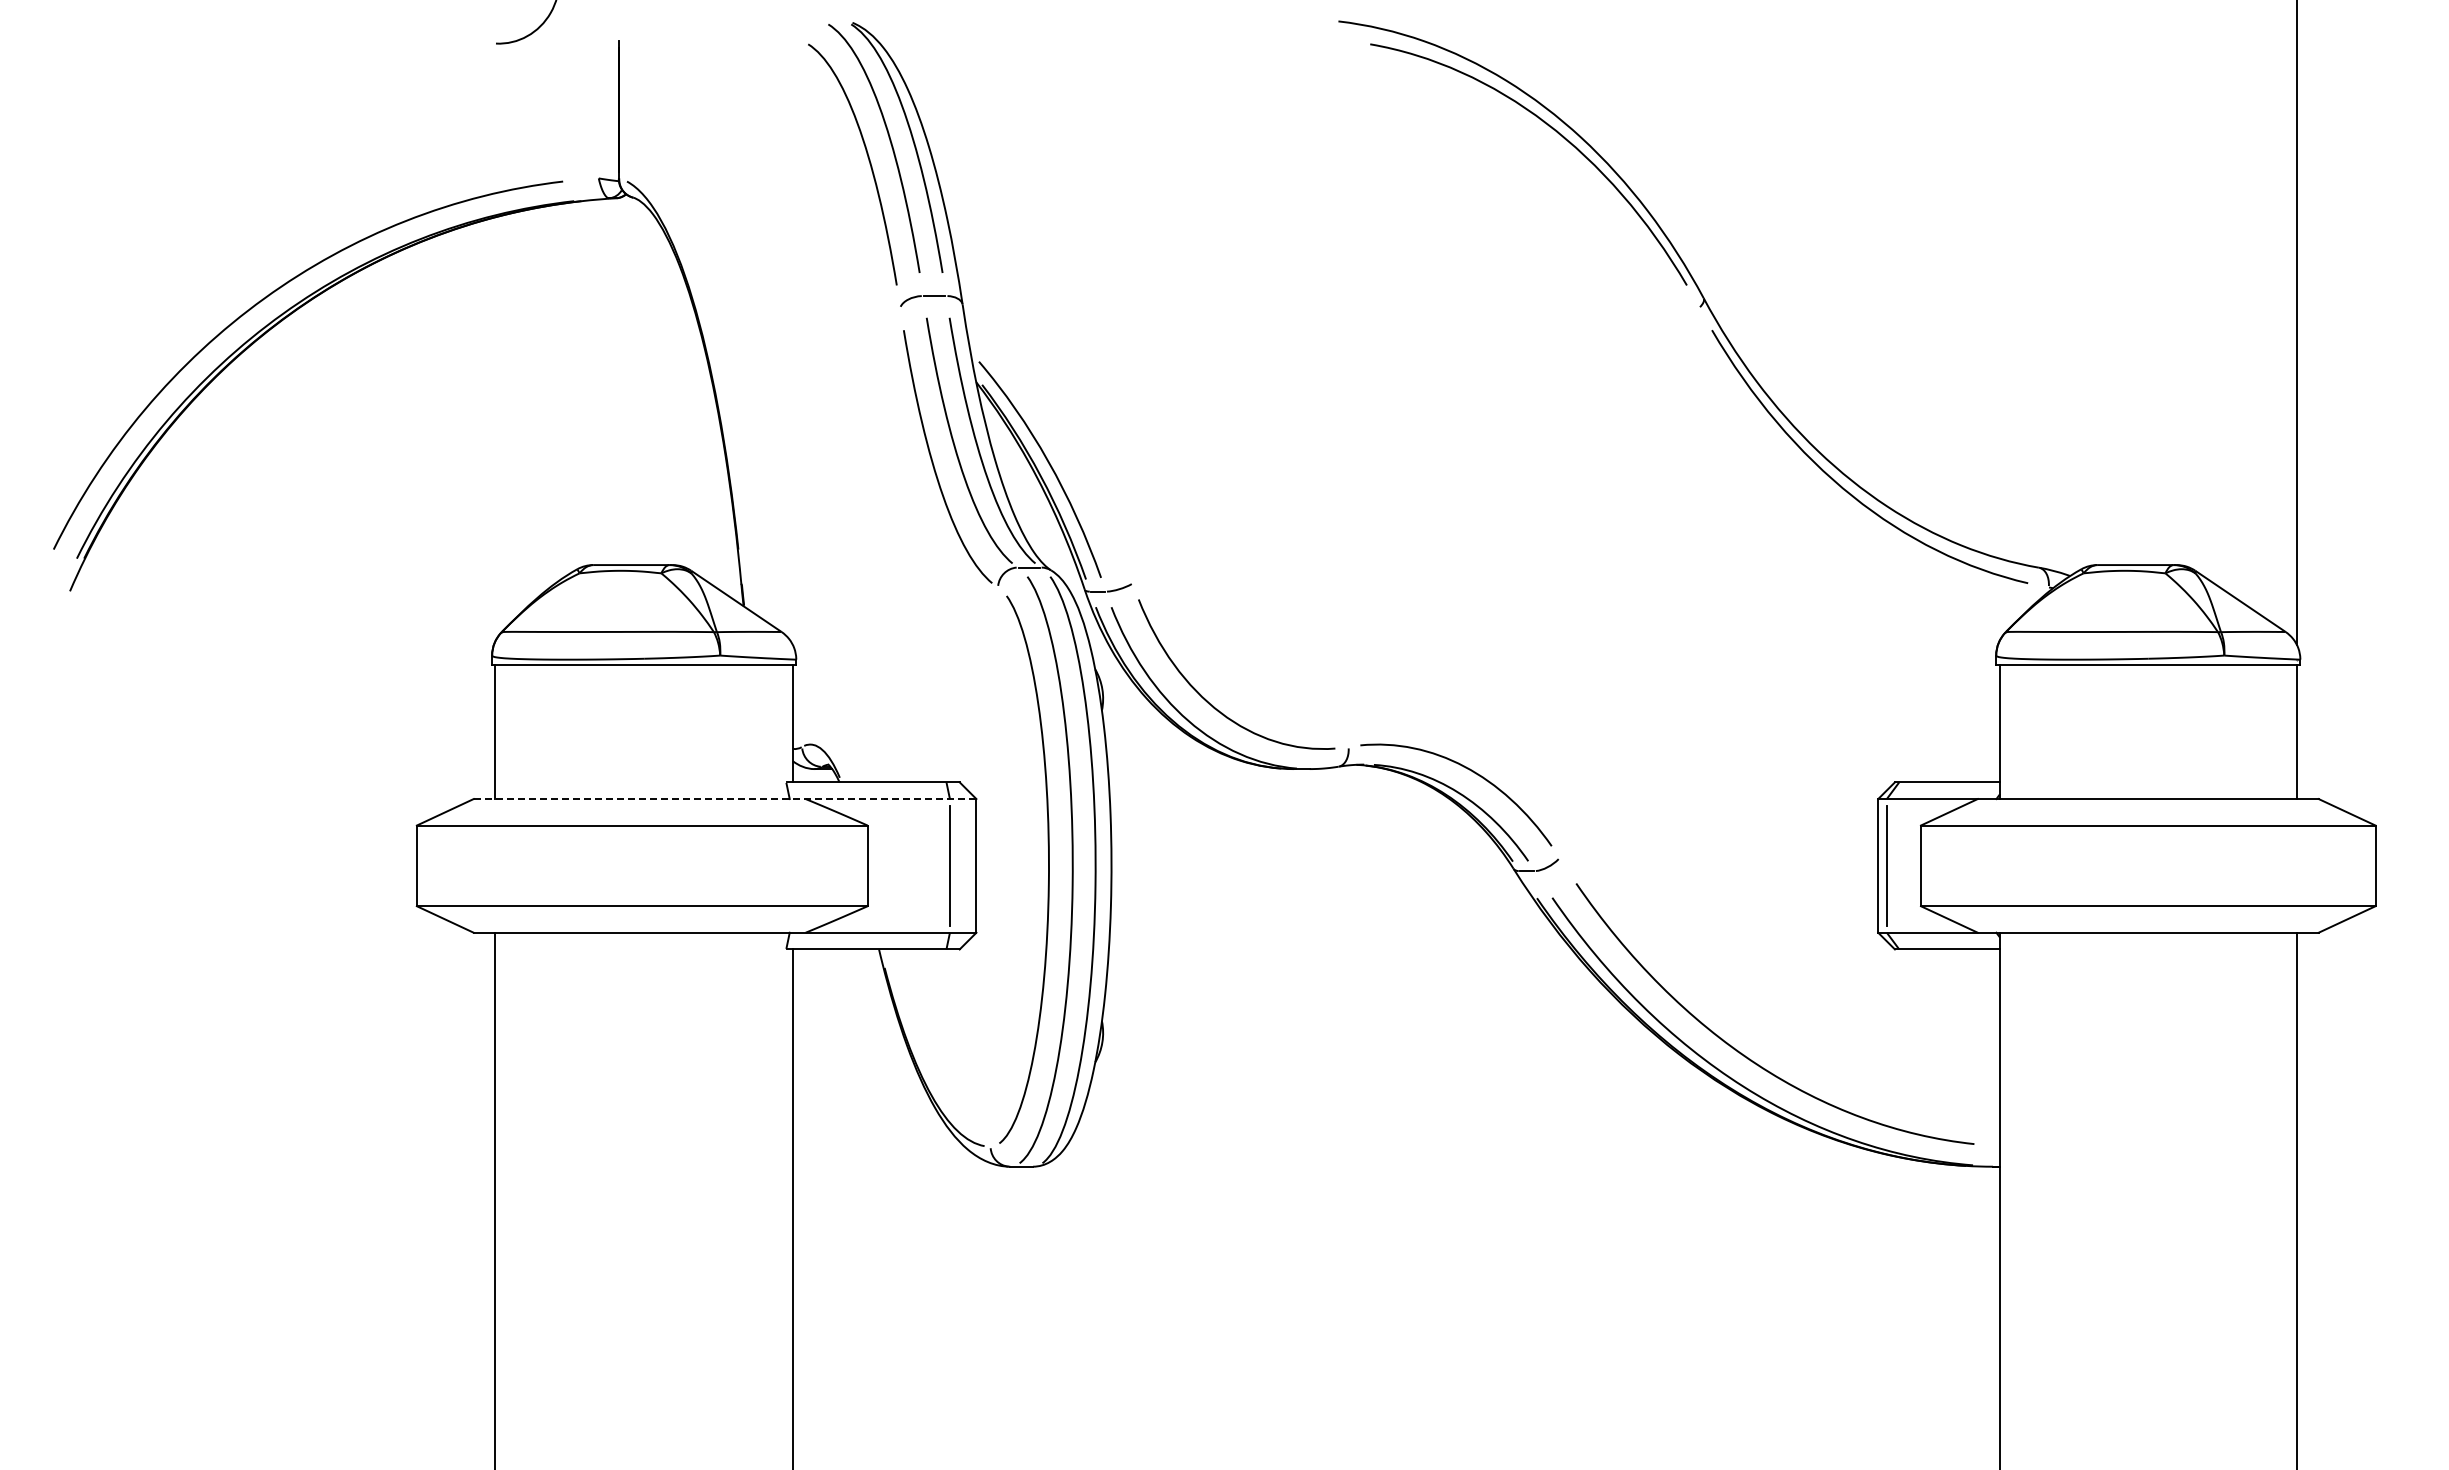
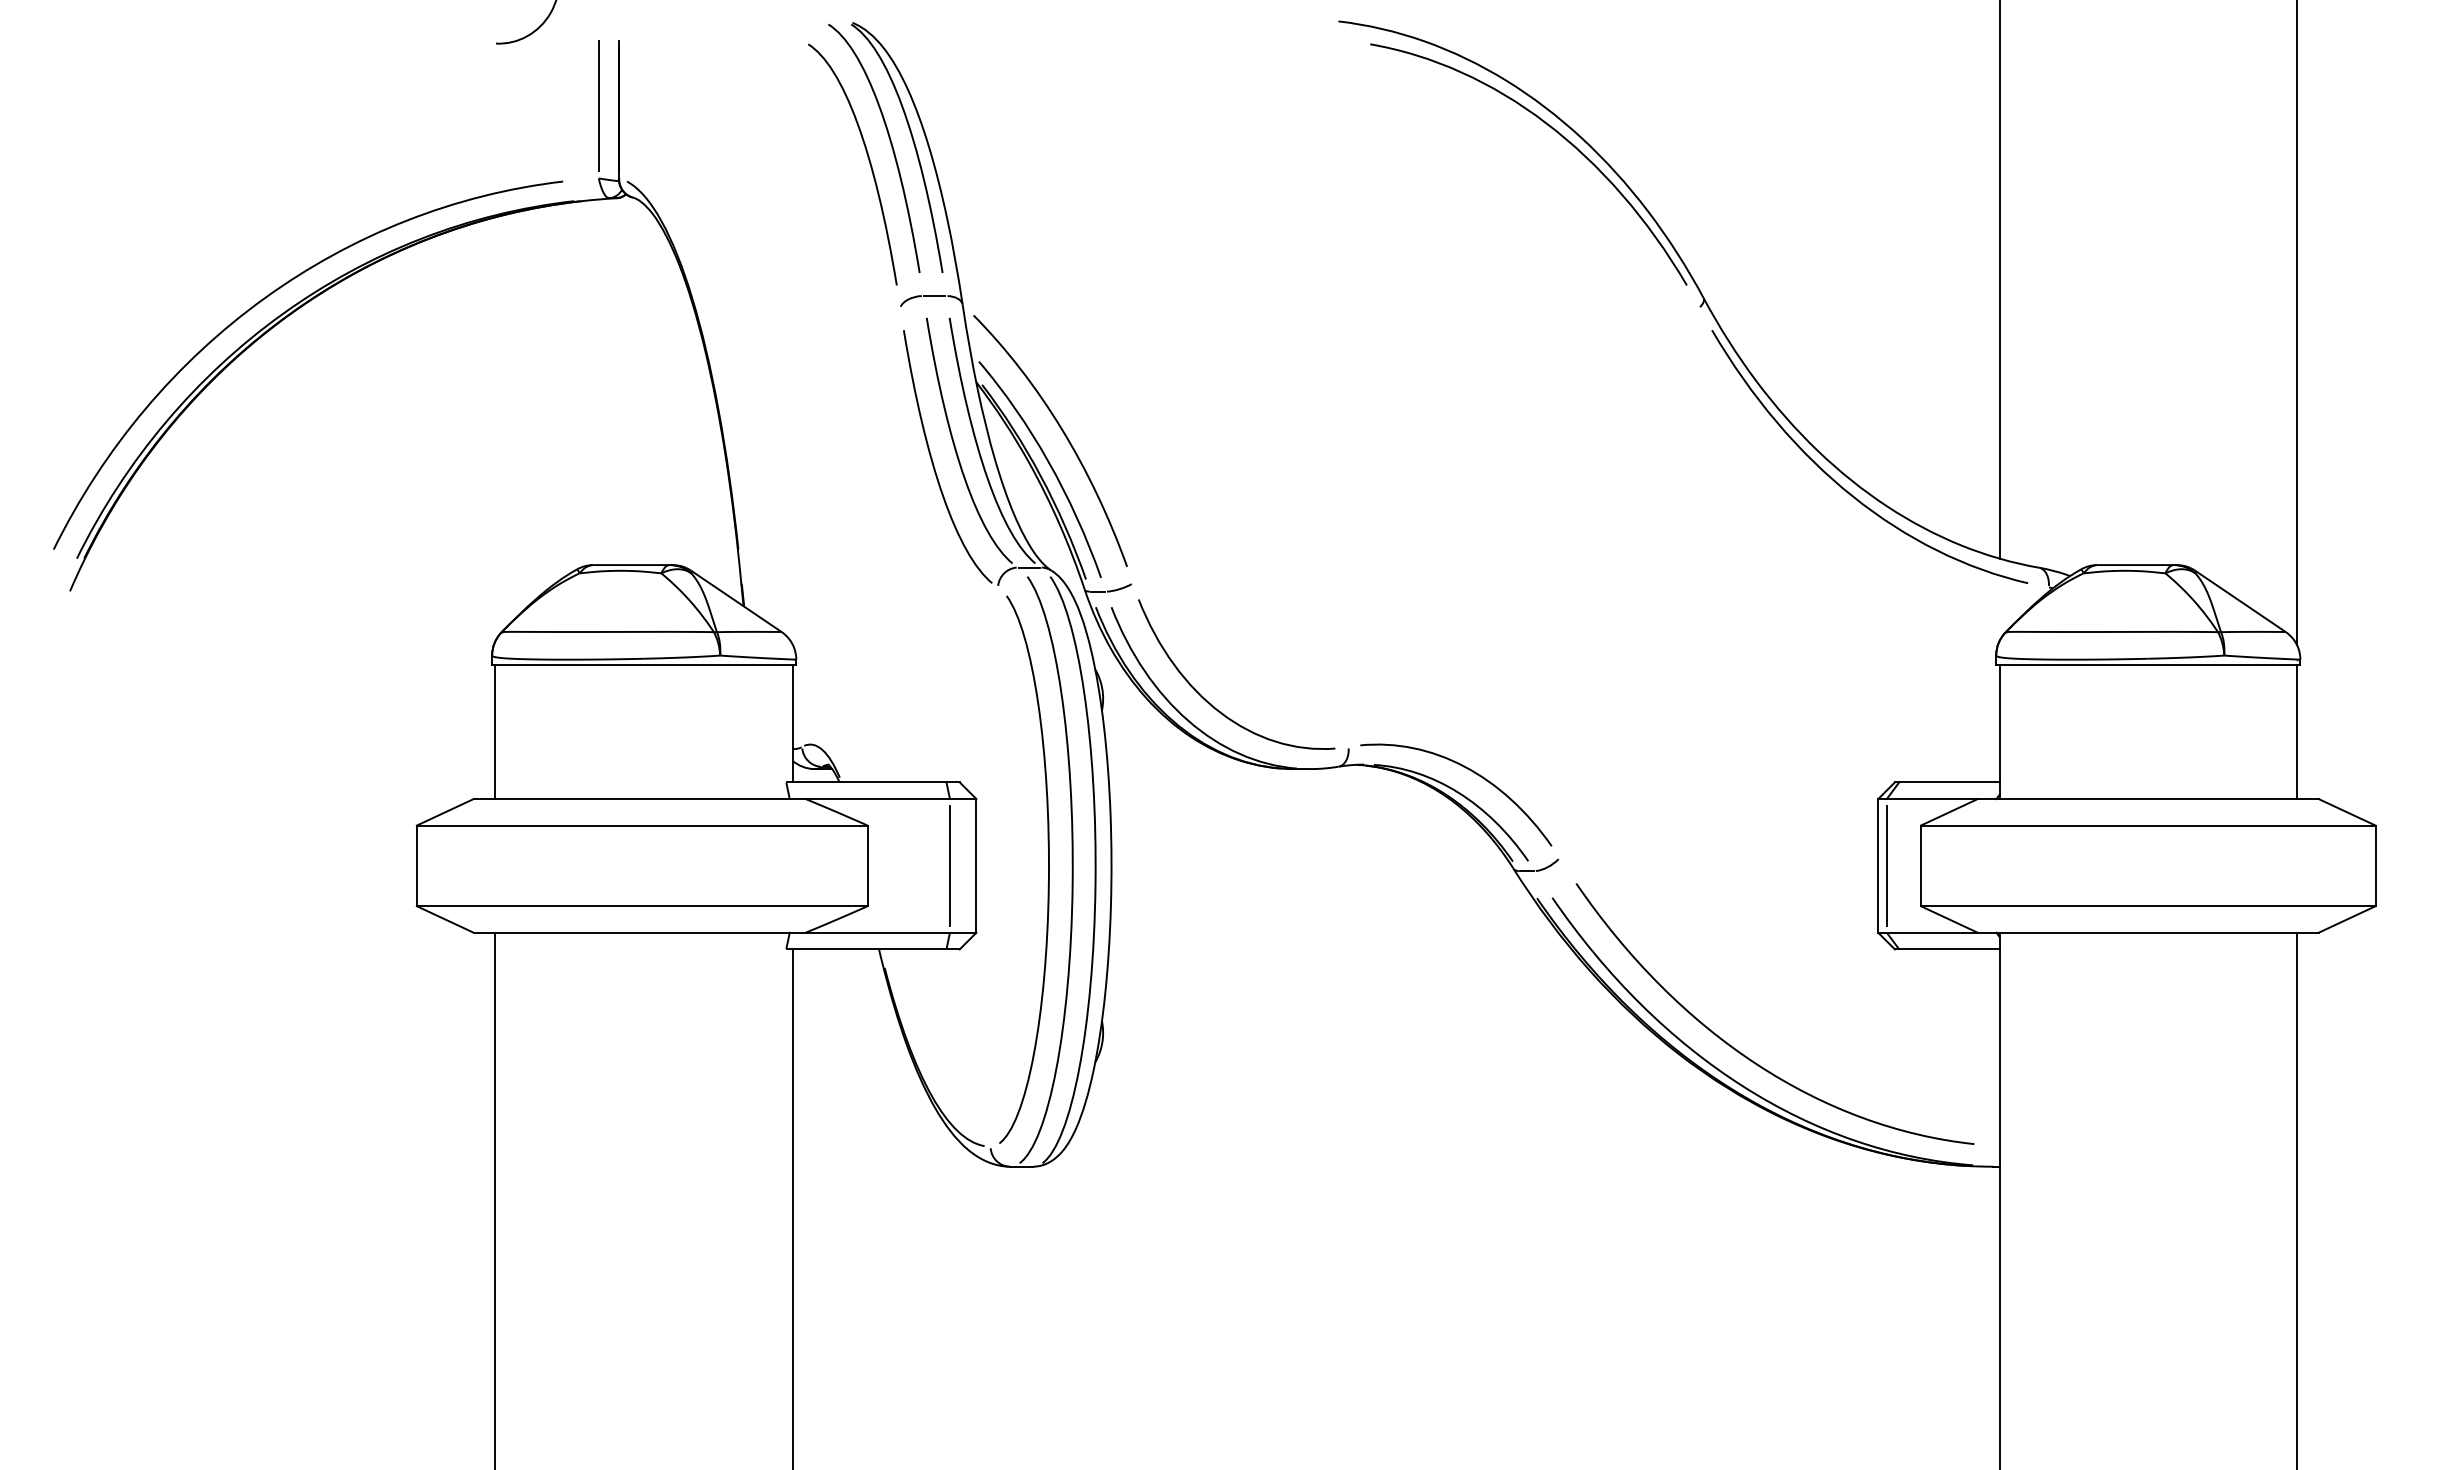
line at (598, 105): none -> present
line at (1999, 280): none -> present
curve at (1062, 432): none -> present
line at (724, 799): dashed -> solid
